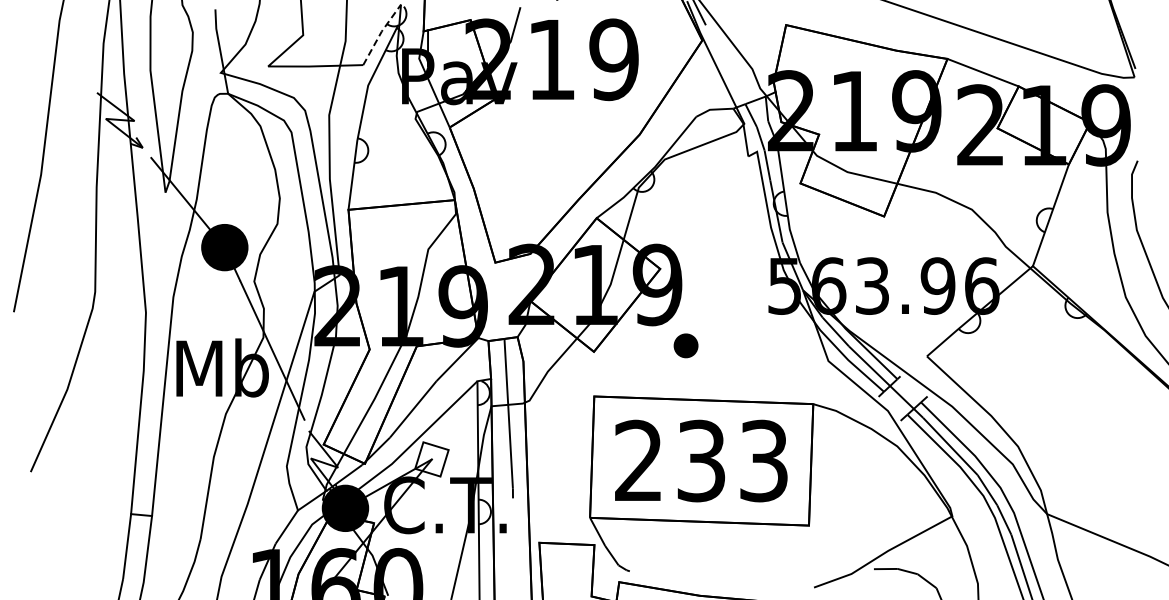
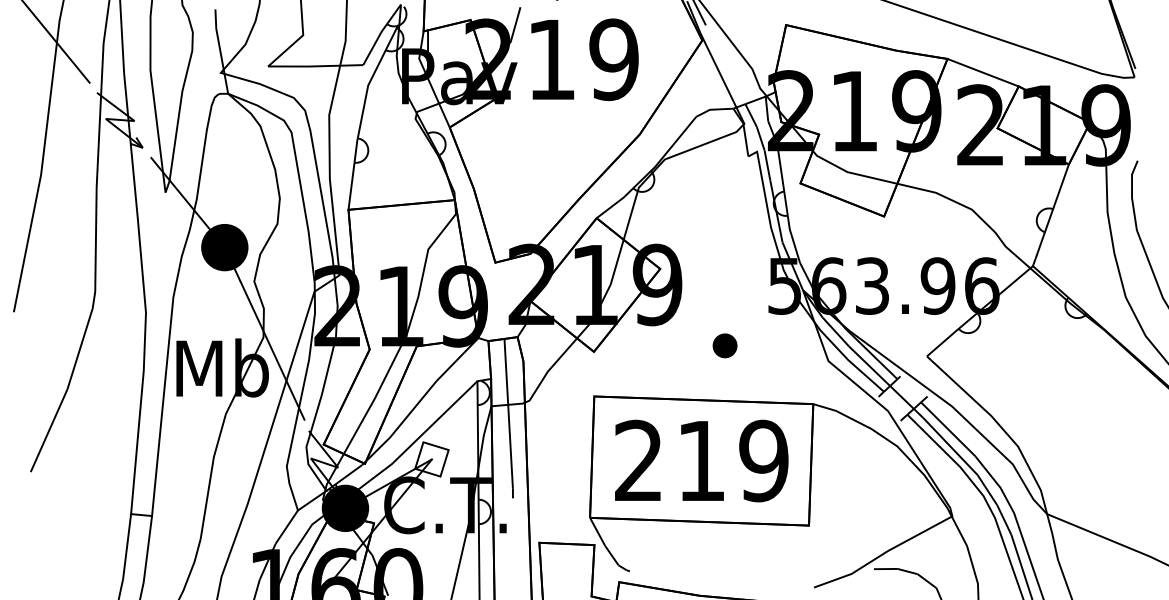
line at (380, 33): dashed -> solid
line at (56, 42): none -> present
part at (685, 345) position: (685, 345) -> (724, 345)
text at (732, 460): 233 -> 219
